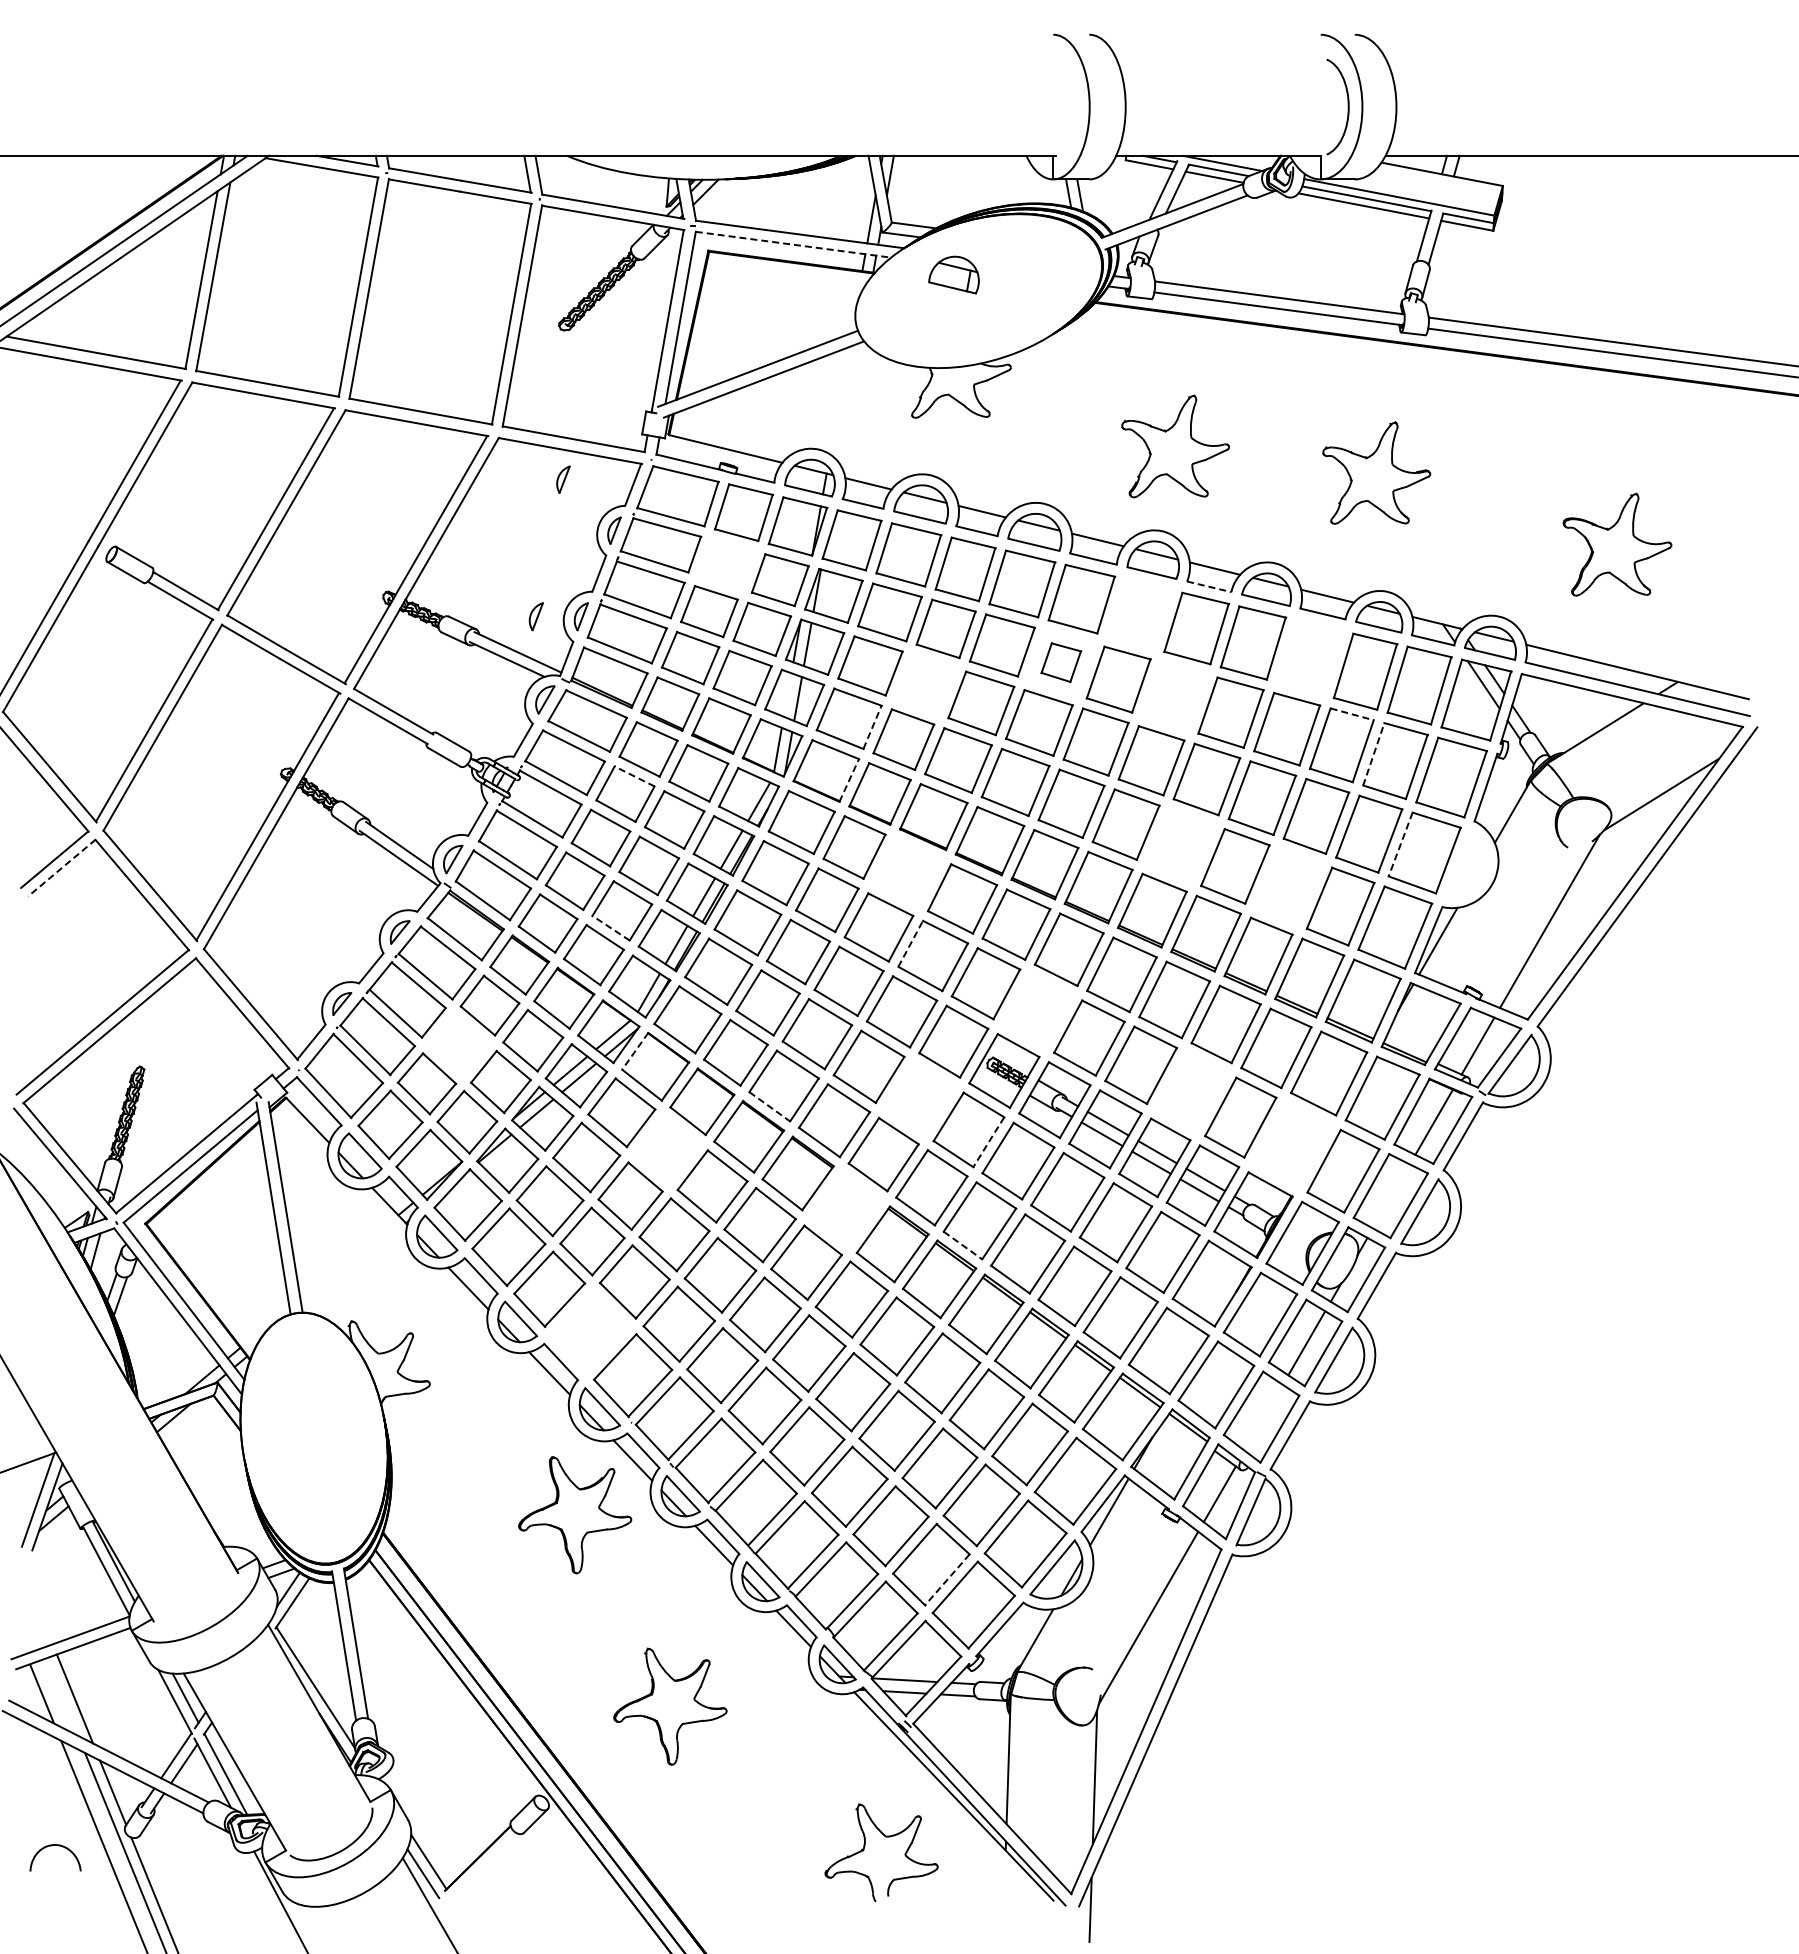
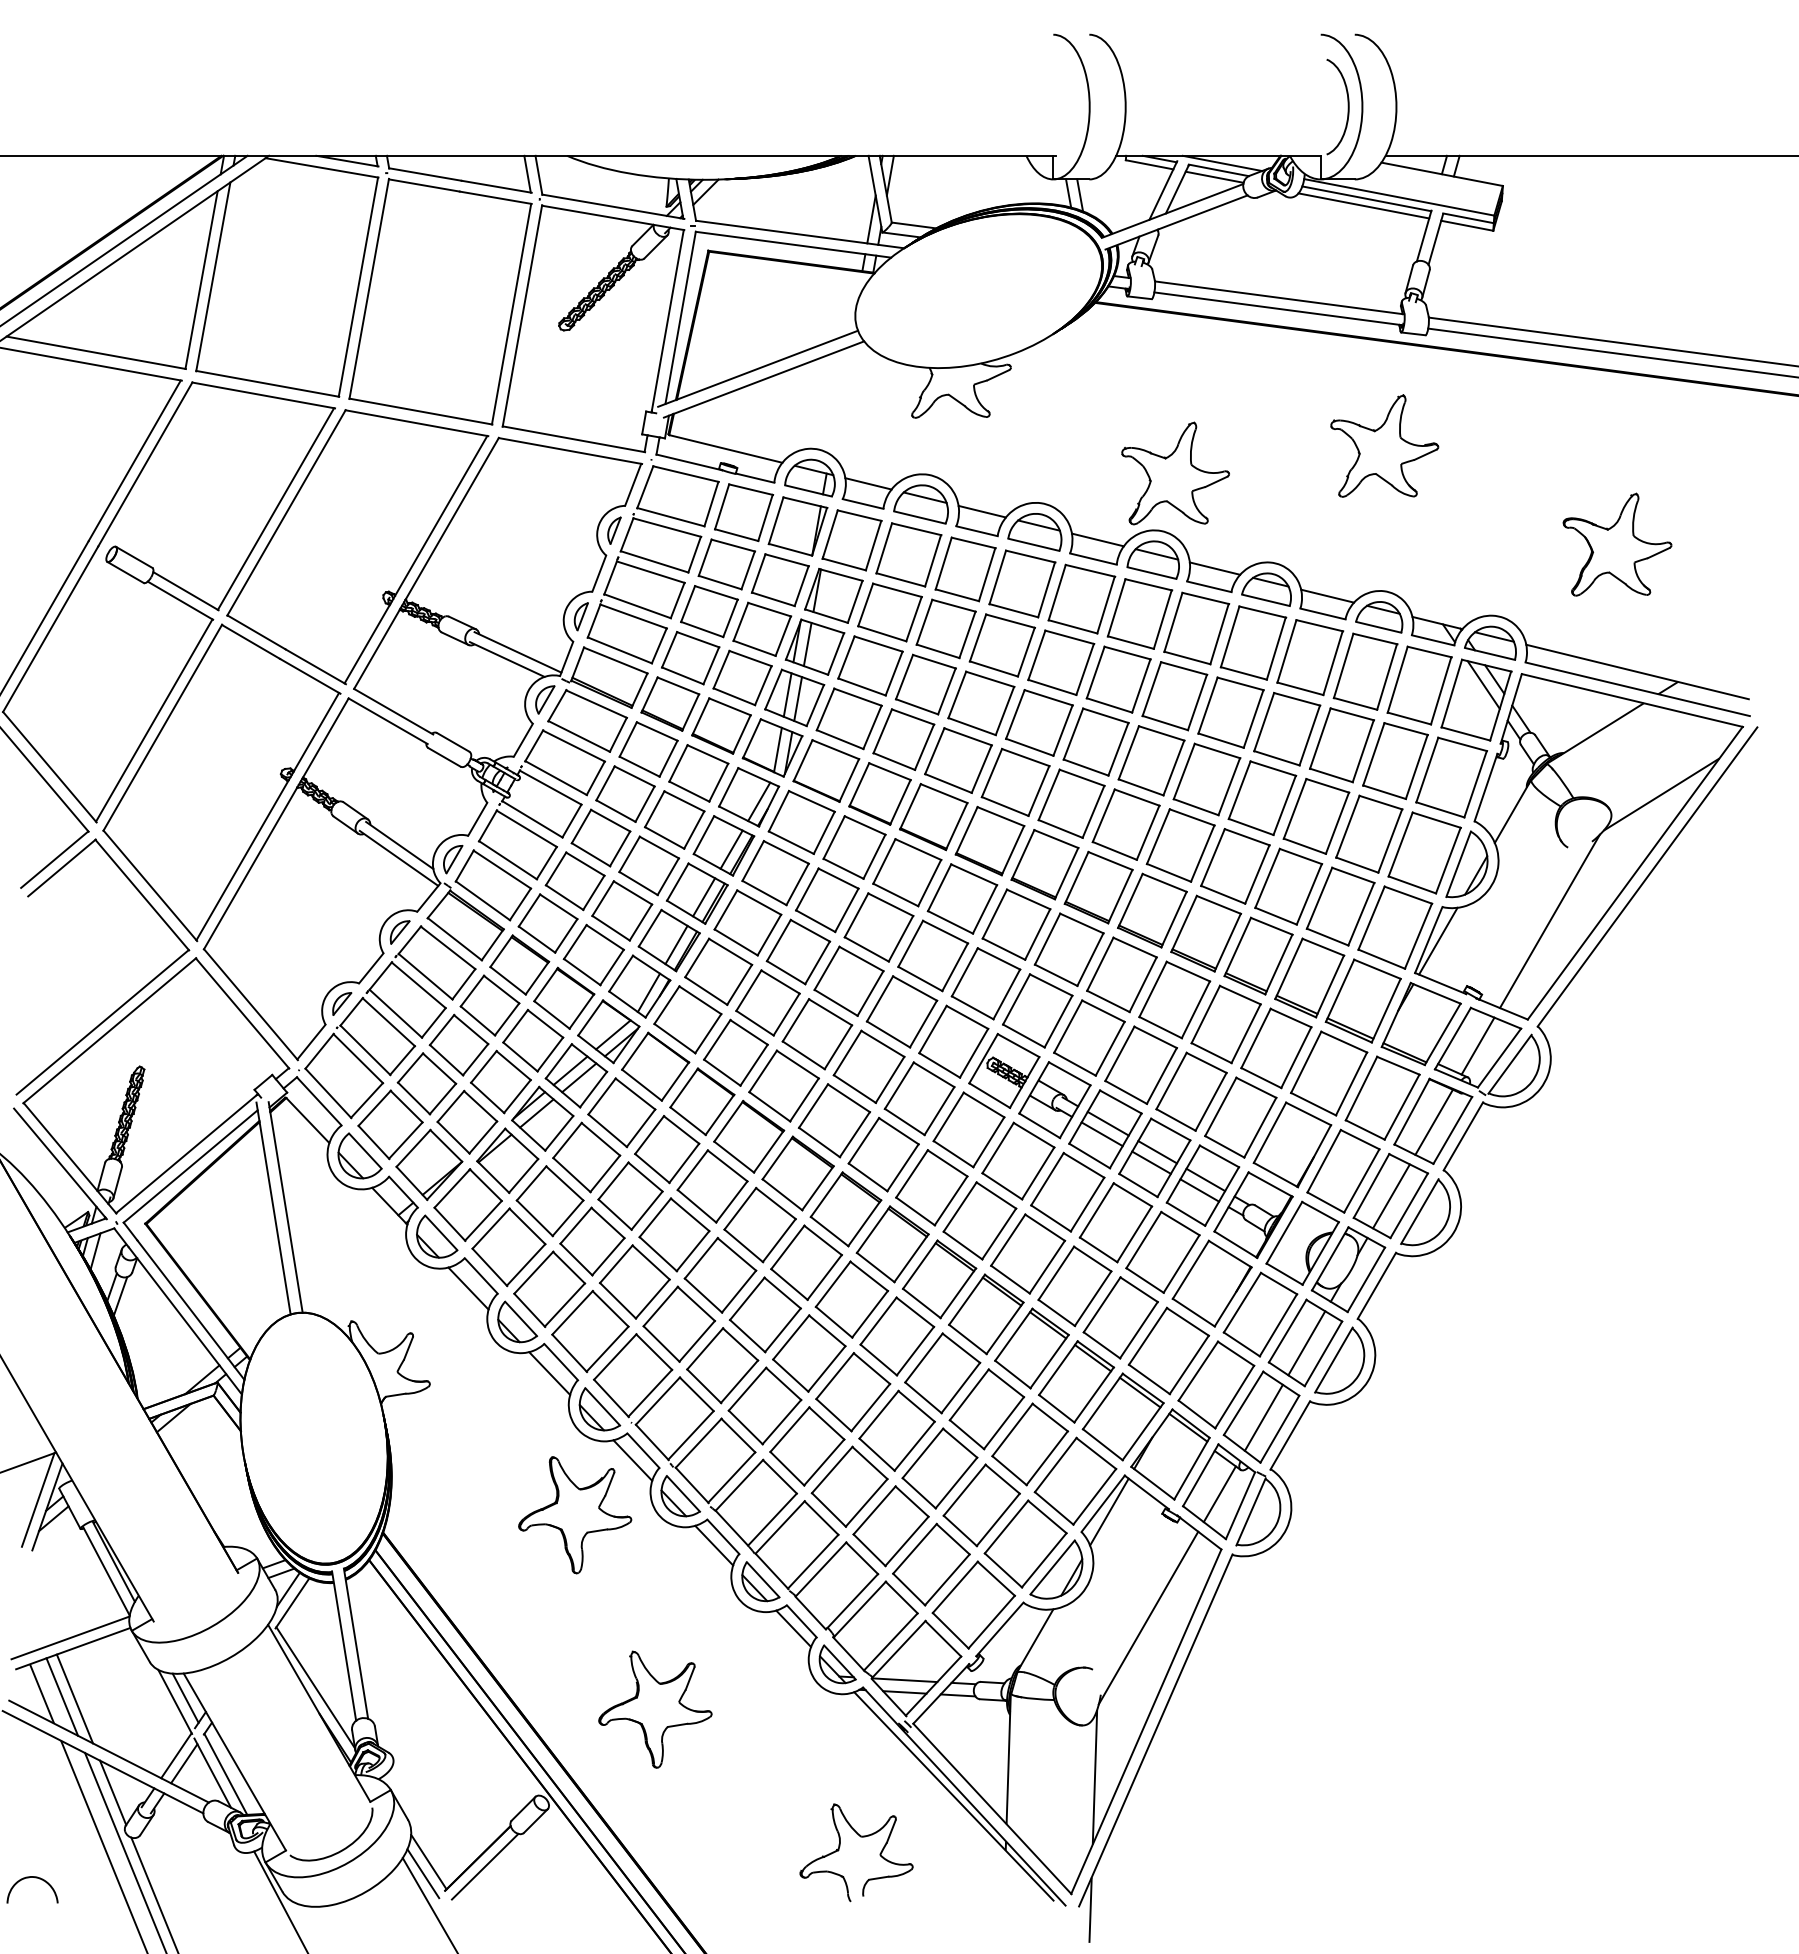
line at (793, 244): dashed -> solid
part at (953, 274): present -> none
part at (1175, 446) position: (1175, 446) -> (1175, 473)
part at (1376, 472) position: (1376, 472) -> (1384, 445)
part at (563, 479): present -> none
part at (726, 564): none -> present
line at (1209, 586): dashed -> solid
part at (1139, 613): none -> present
part at (535, 616): present -> none
part at (1310, 657): none -> present
part at (1061, 662) size: 43x41 px -> 69x67 px
part at (925, 684): none -> present
line at (787, 694): none -> present
part at (1174, 696): none -> present
line at (1352, 714): dashed -> solid
line at (872, 726): dashed -> solid
line at (1373, 753): dashed -> solid
line at (634, 776): dashed -> solid
line at (849, 780): dashed -> solid
part at (1180, 845): none -> present
line at (1400, 845): dashed -> solid
part at (1466, 864): none -> present
line at (61, 868): dashed -> solid
part at (907, 872): none -> present
part at (1288, 886): none -> present
line at (610, 927): dashed -> solid
line at (910, 943): dashed -> solid
part at (1037, 1010): none -> present
part at (458, 1044): none -> present
line at (635, 1051): dashed -> solid
part at (1191, 1091): none -> present
part at (919, 1098): none -> present
line at (770, 1107): dashed -> solid
line at (988, 1142): dashed -> solid
part at (1292, 1144): none -> present
part at (667, 1149): none -> present
line at (1391, 1196): none -> present
part at (845, 1209): none -> present
line at (963, 1245): dashed -> solid
part at (590, 1330): none -> present
line at (1263, 1417): none -> present
line at (947, 1579): dashed -> solid
line at (62, 1696): none -> present
part at (670, 1706) position: (670, 1706) -> (655, 1709)
part at (885, 1837) position: (885, 1837) -> (860, 1837)
curve at (52, 1846) position: (52, 1846) -> (29, 1878)
line at (484, 1866): none -> present
